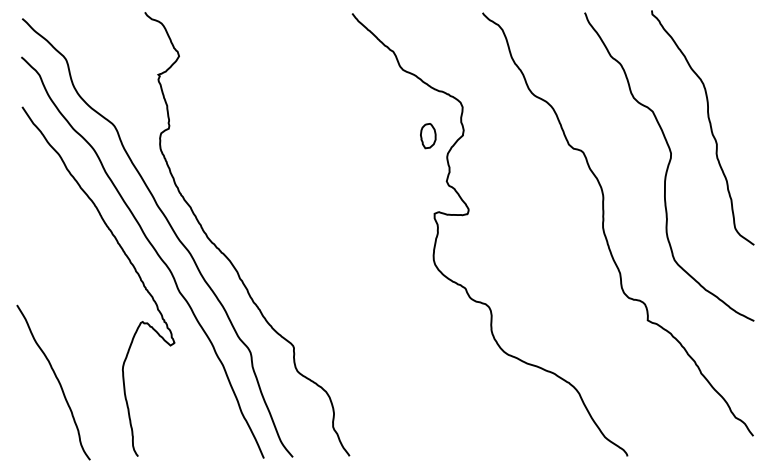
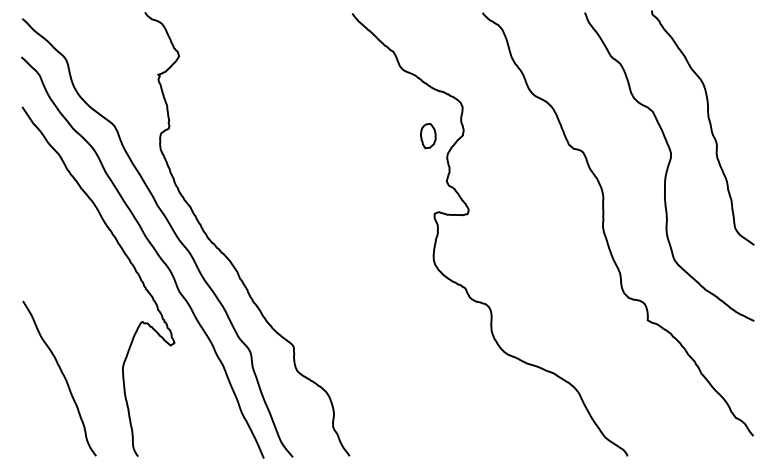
curve at (57, 381) position: (57, 381) -> (63, 377)
